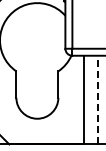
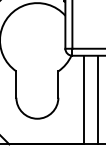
line at (98, 99): dashed -> solid
